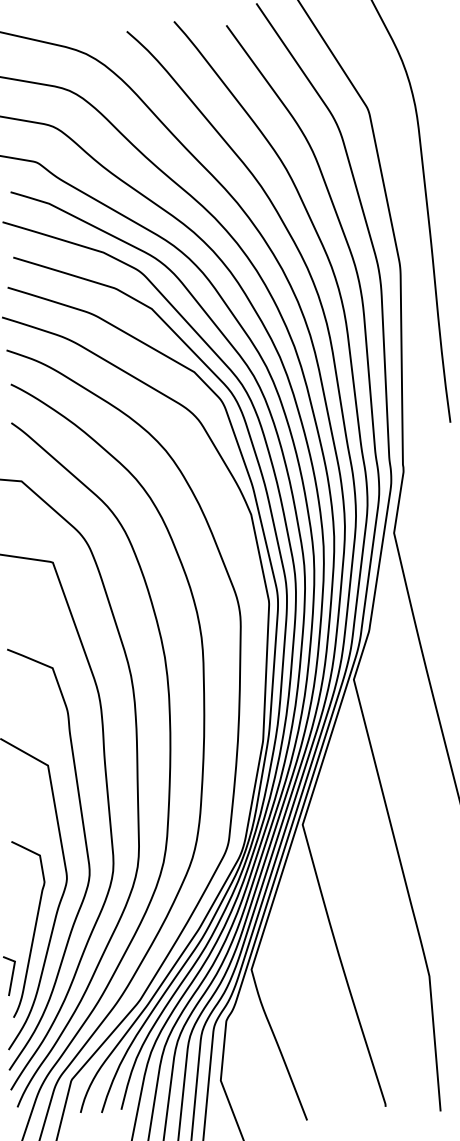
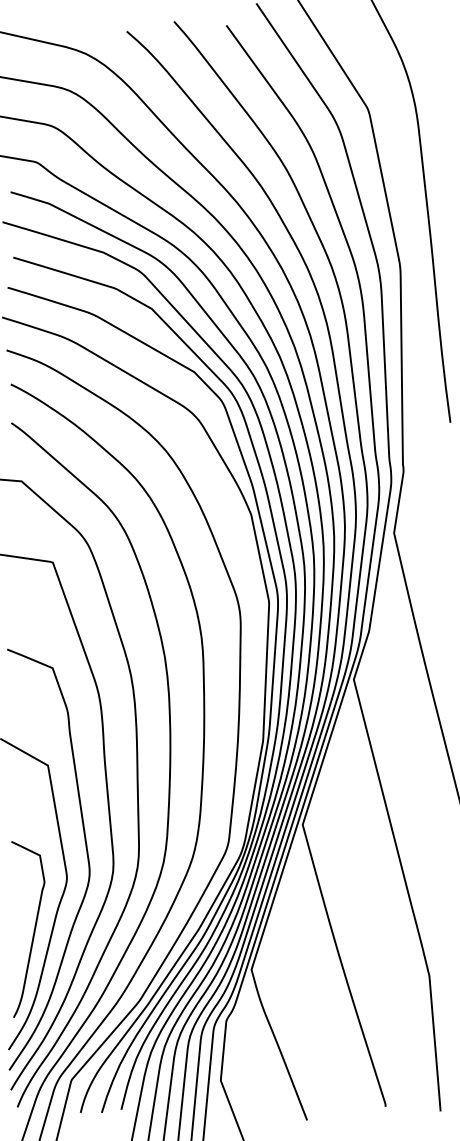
line at (11, 976): present -> none
